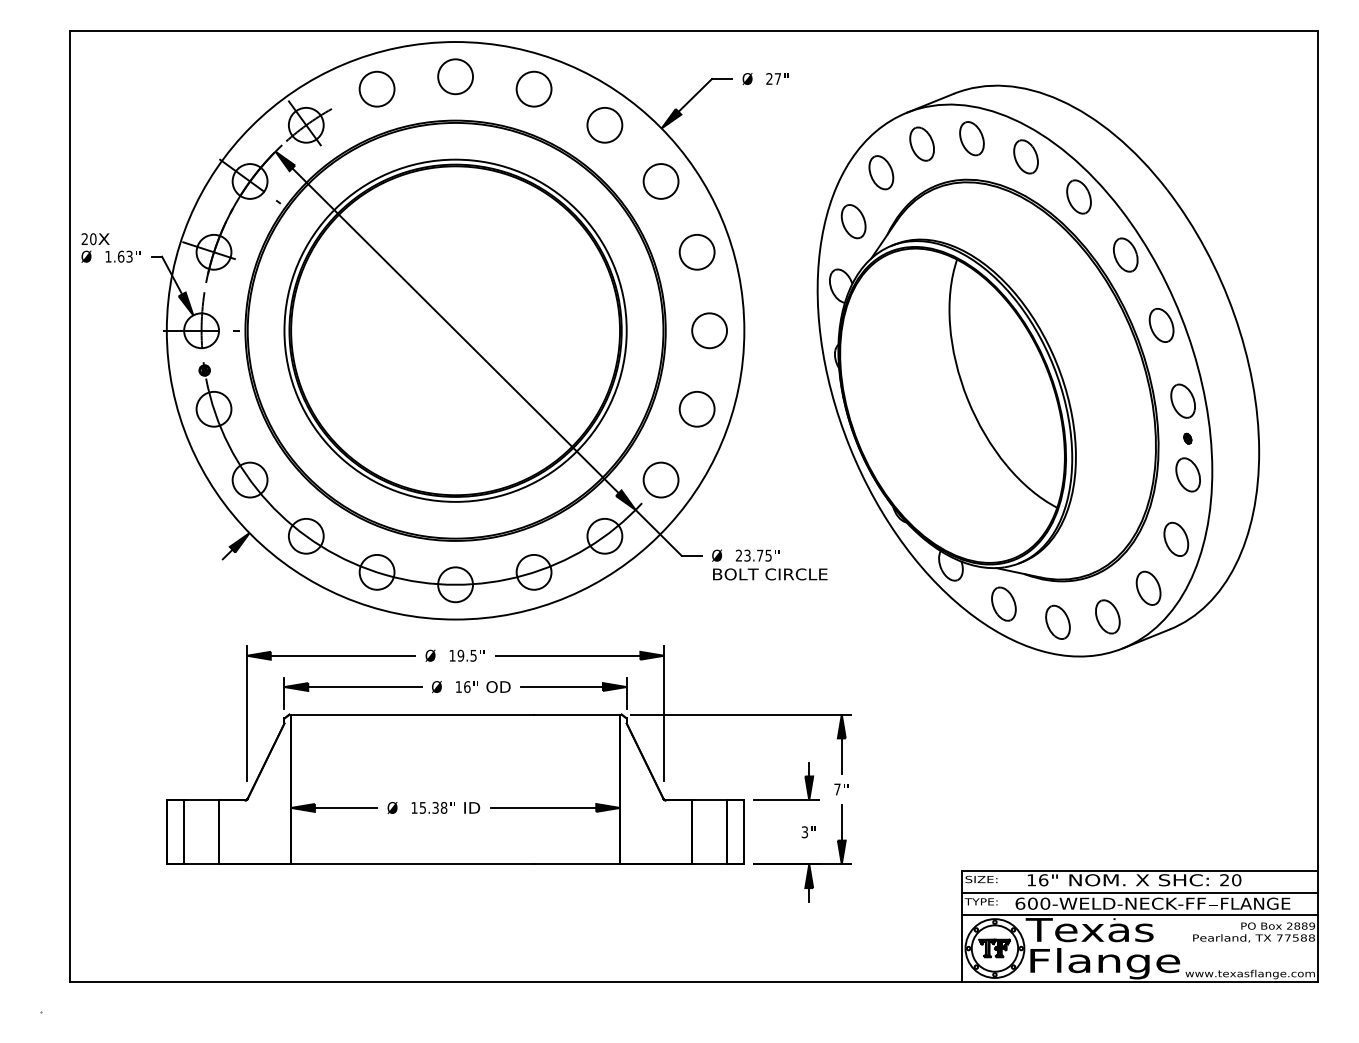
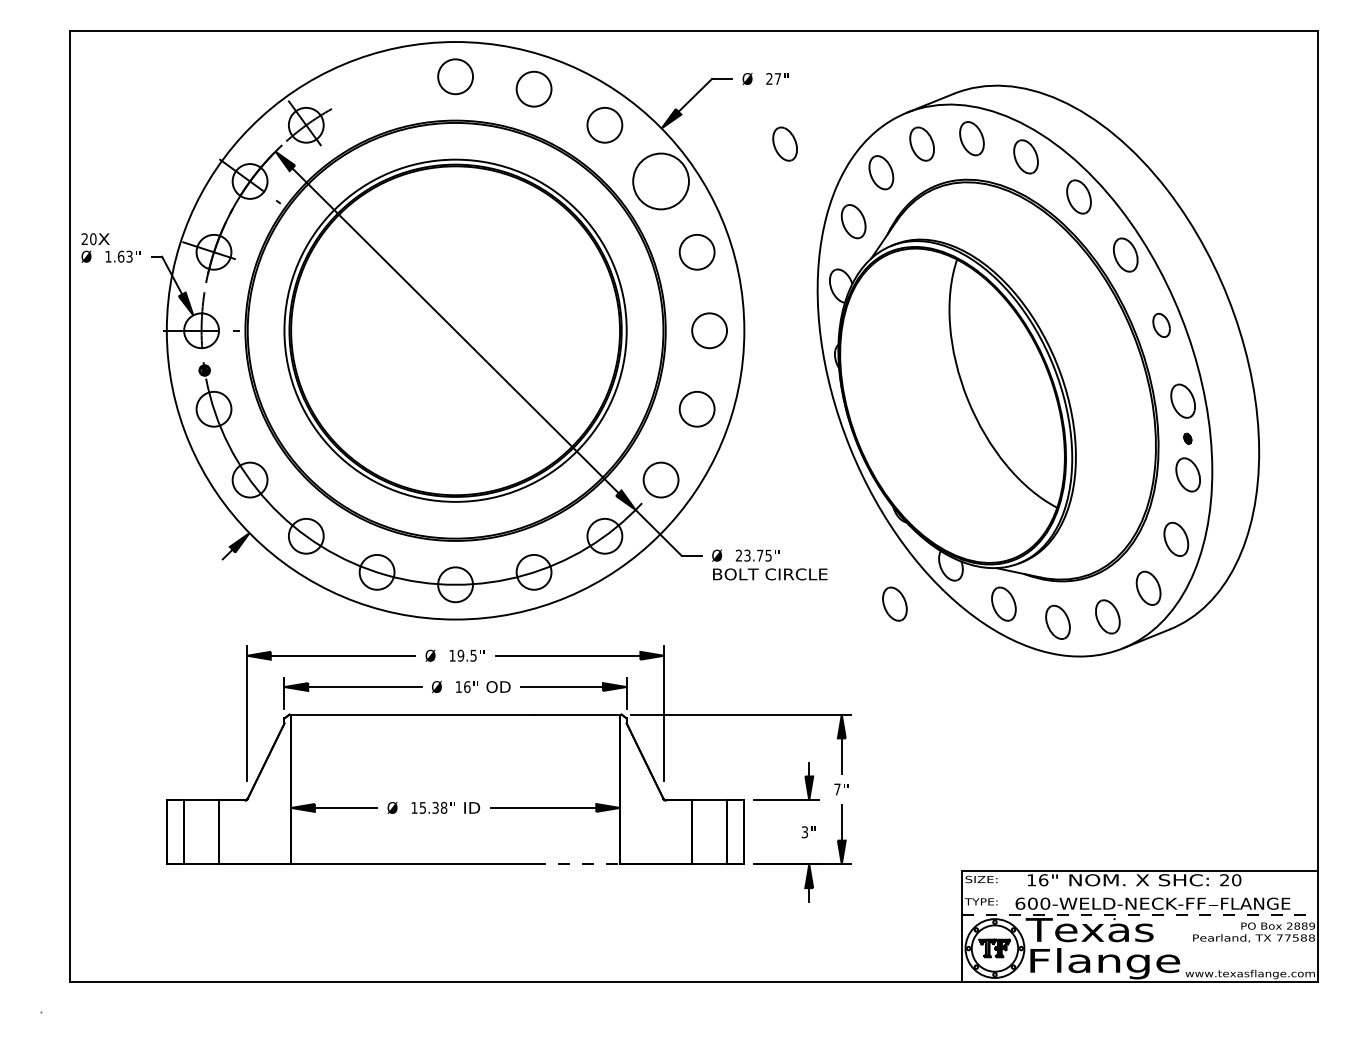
circle at (376, 88): present -> none
part at (784, 143): none -> present
circle at (660, 181) diameter: 35 px -> 56 px
part at (1161, 325) size: 27x35 px -> 19x25 px
part at (894, 603): none -> present
line at (577, 864): solid -> dashed
line at (1139, 892): present -> none
line at (1140, 915): solid -> dashed
